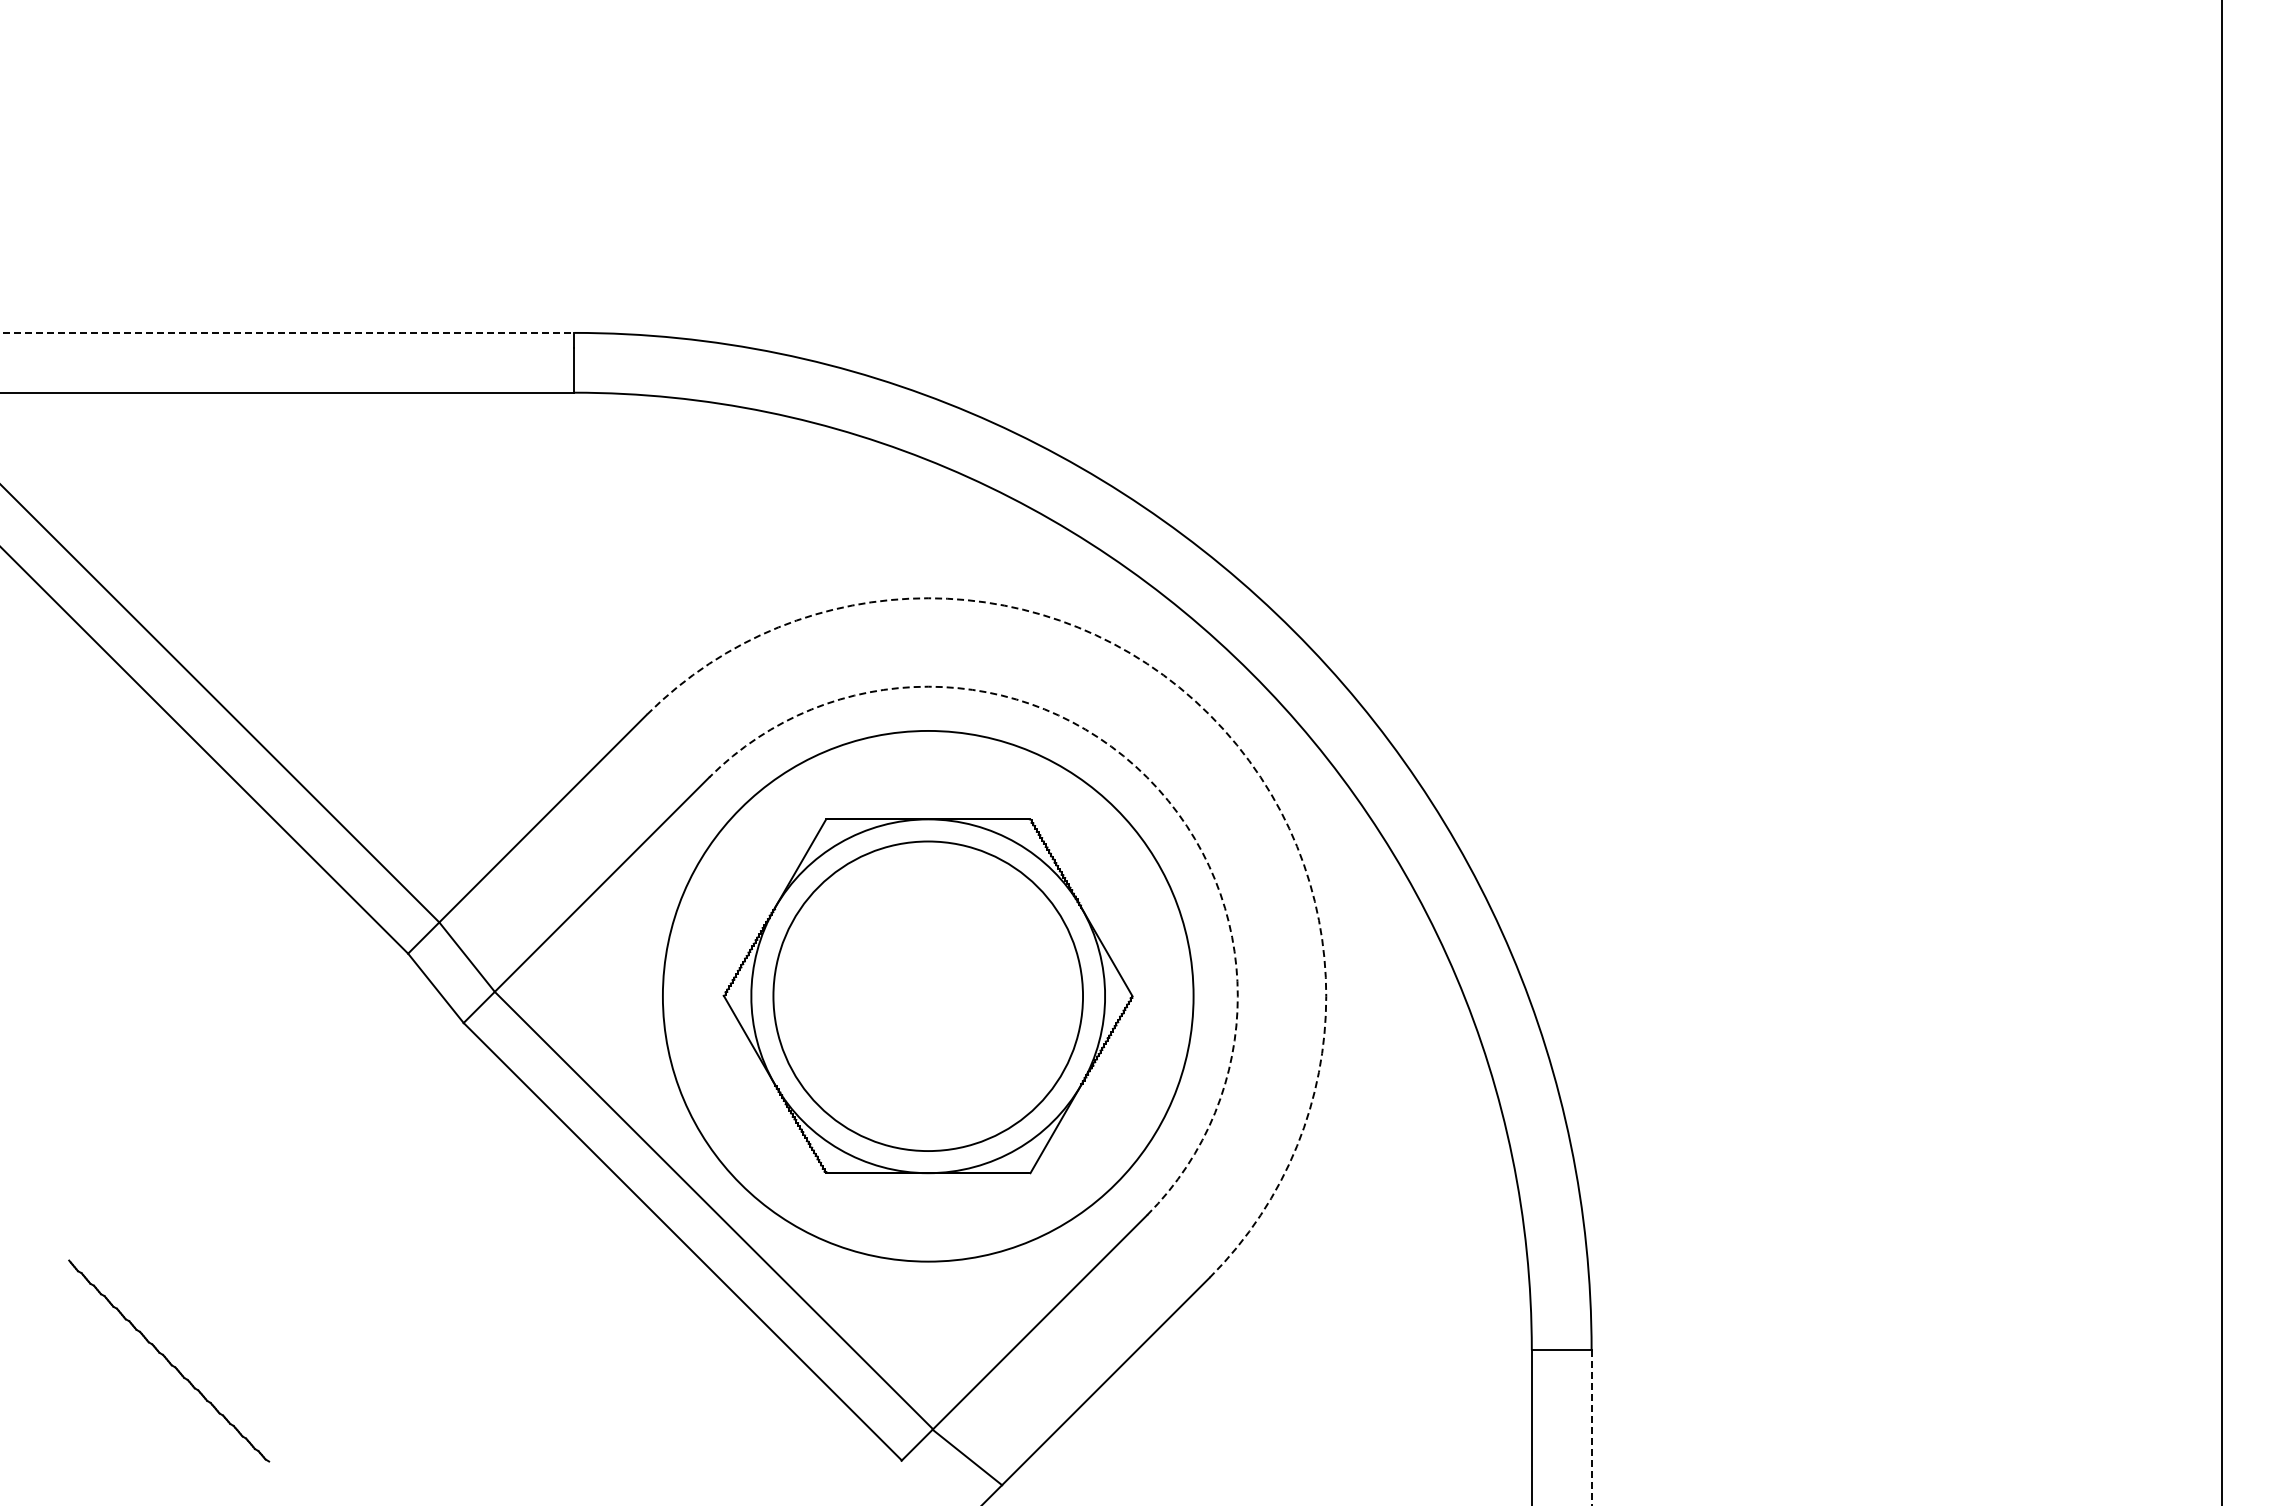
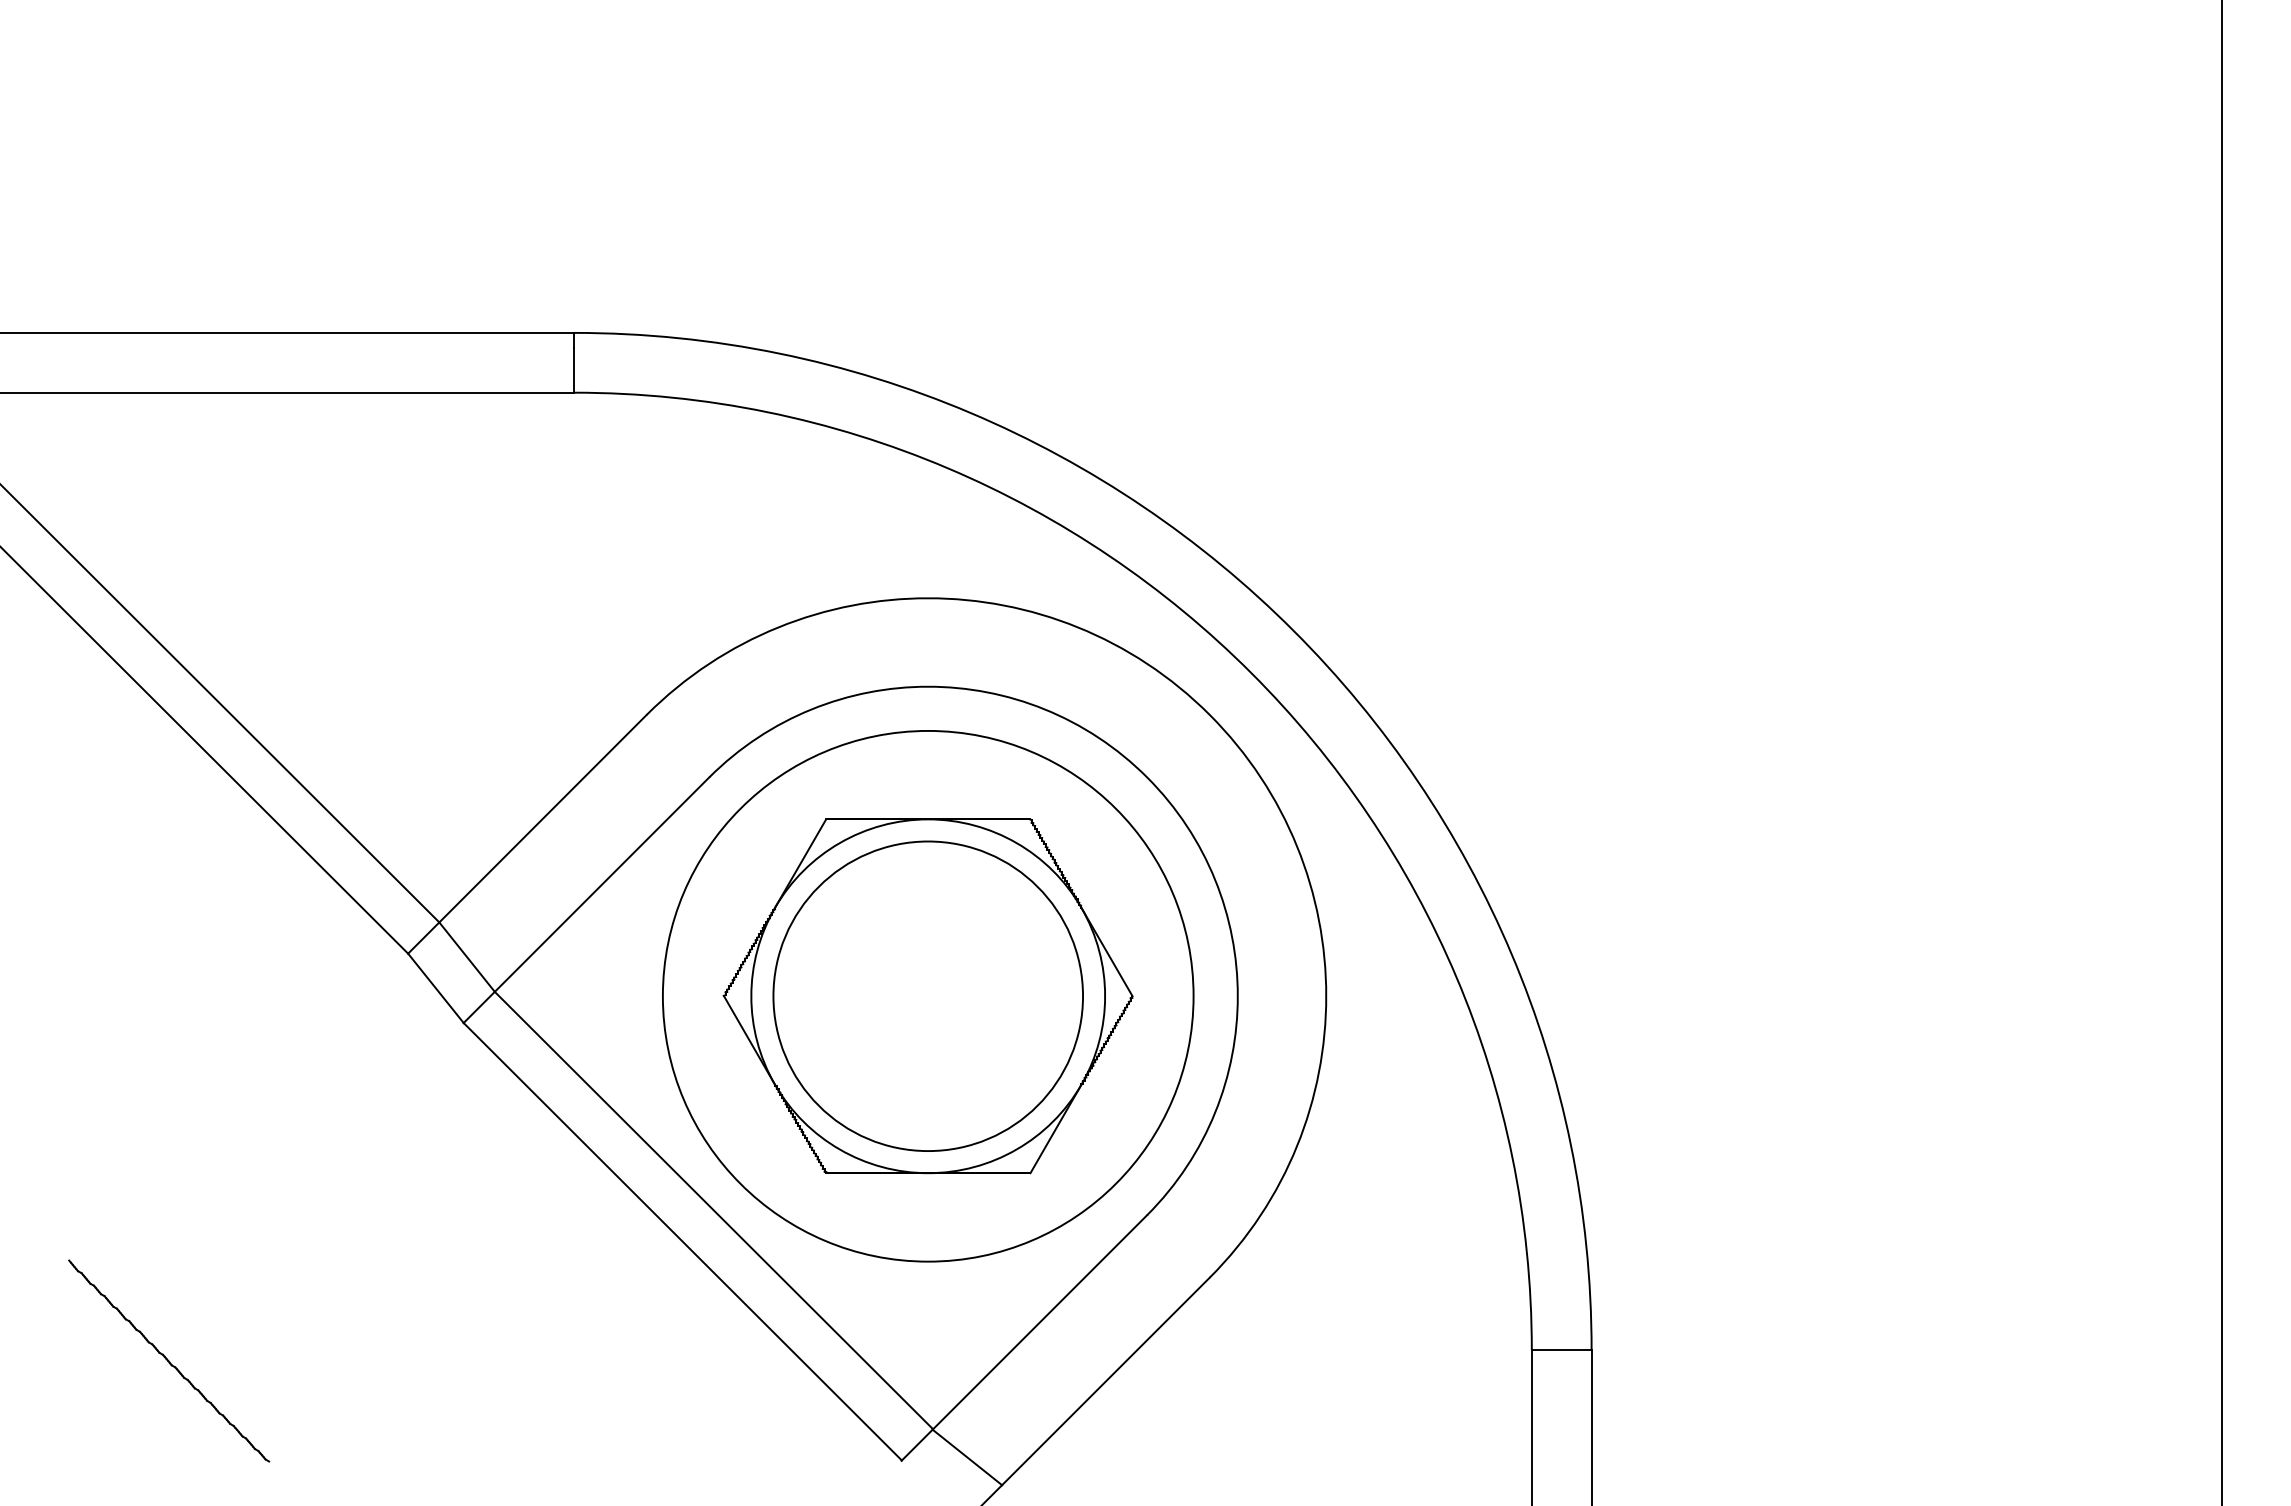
line at (287, 332): dashed -> solid
arc at (1209, 714): dashed -> solid
arc at (1147, 777): dashed -> solid
line at (1591, 1428): dashed -> solid
